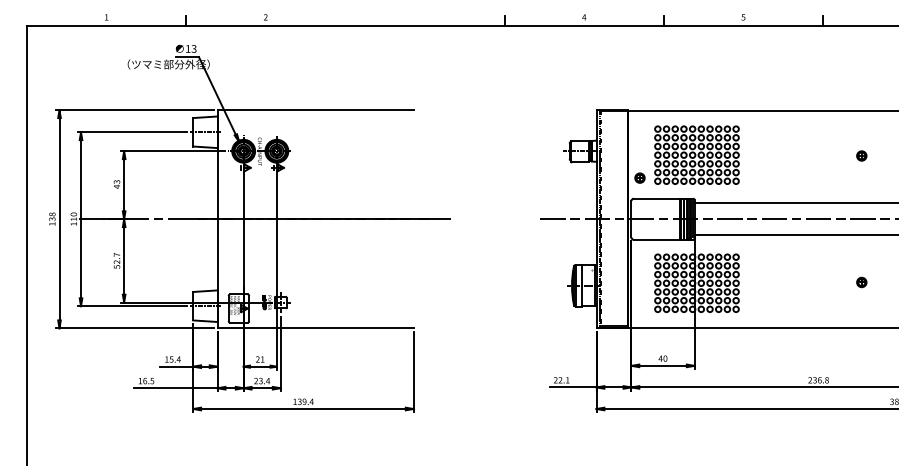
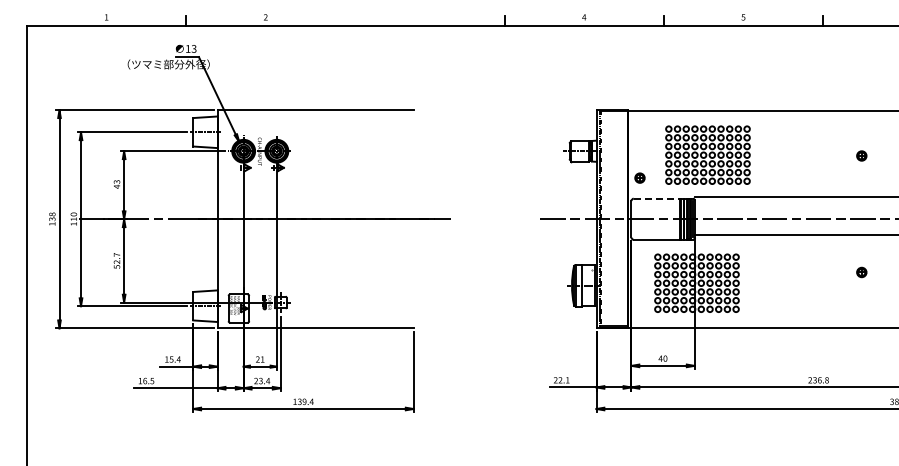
part at (696, 154) position: (696, 154) -> (707, 154)
line at (657, 198): solid -> dashed
line at (794, 203) position: (794, 203) -> (794, 197)
part at (861, 282) position: (861, 282) -> (861, 272)
